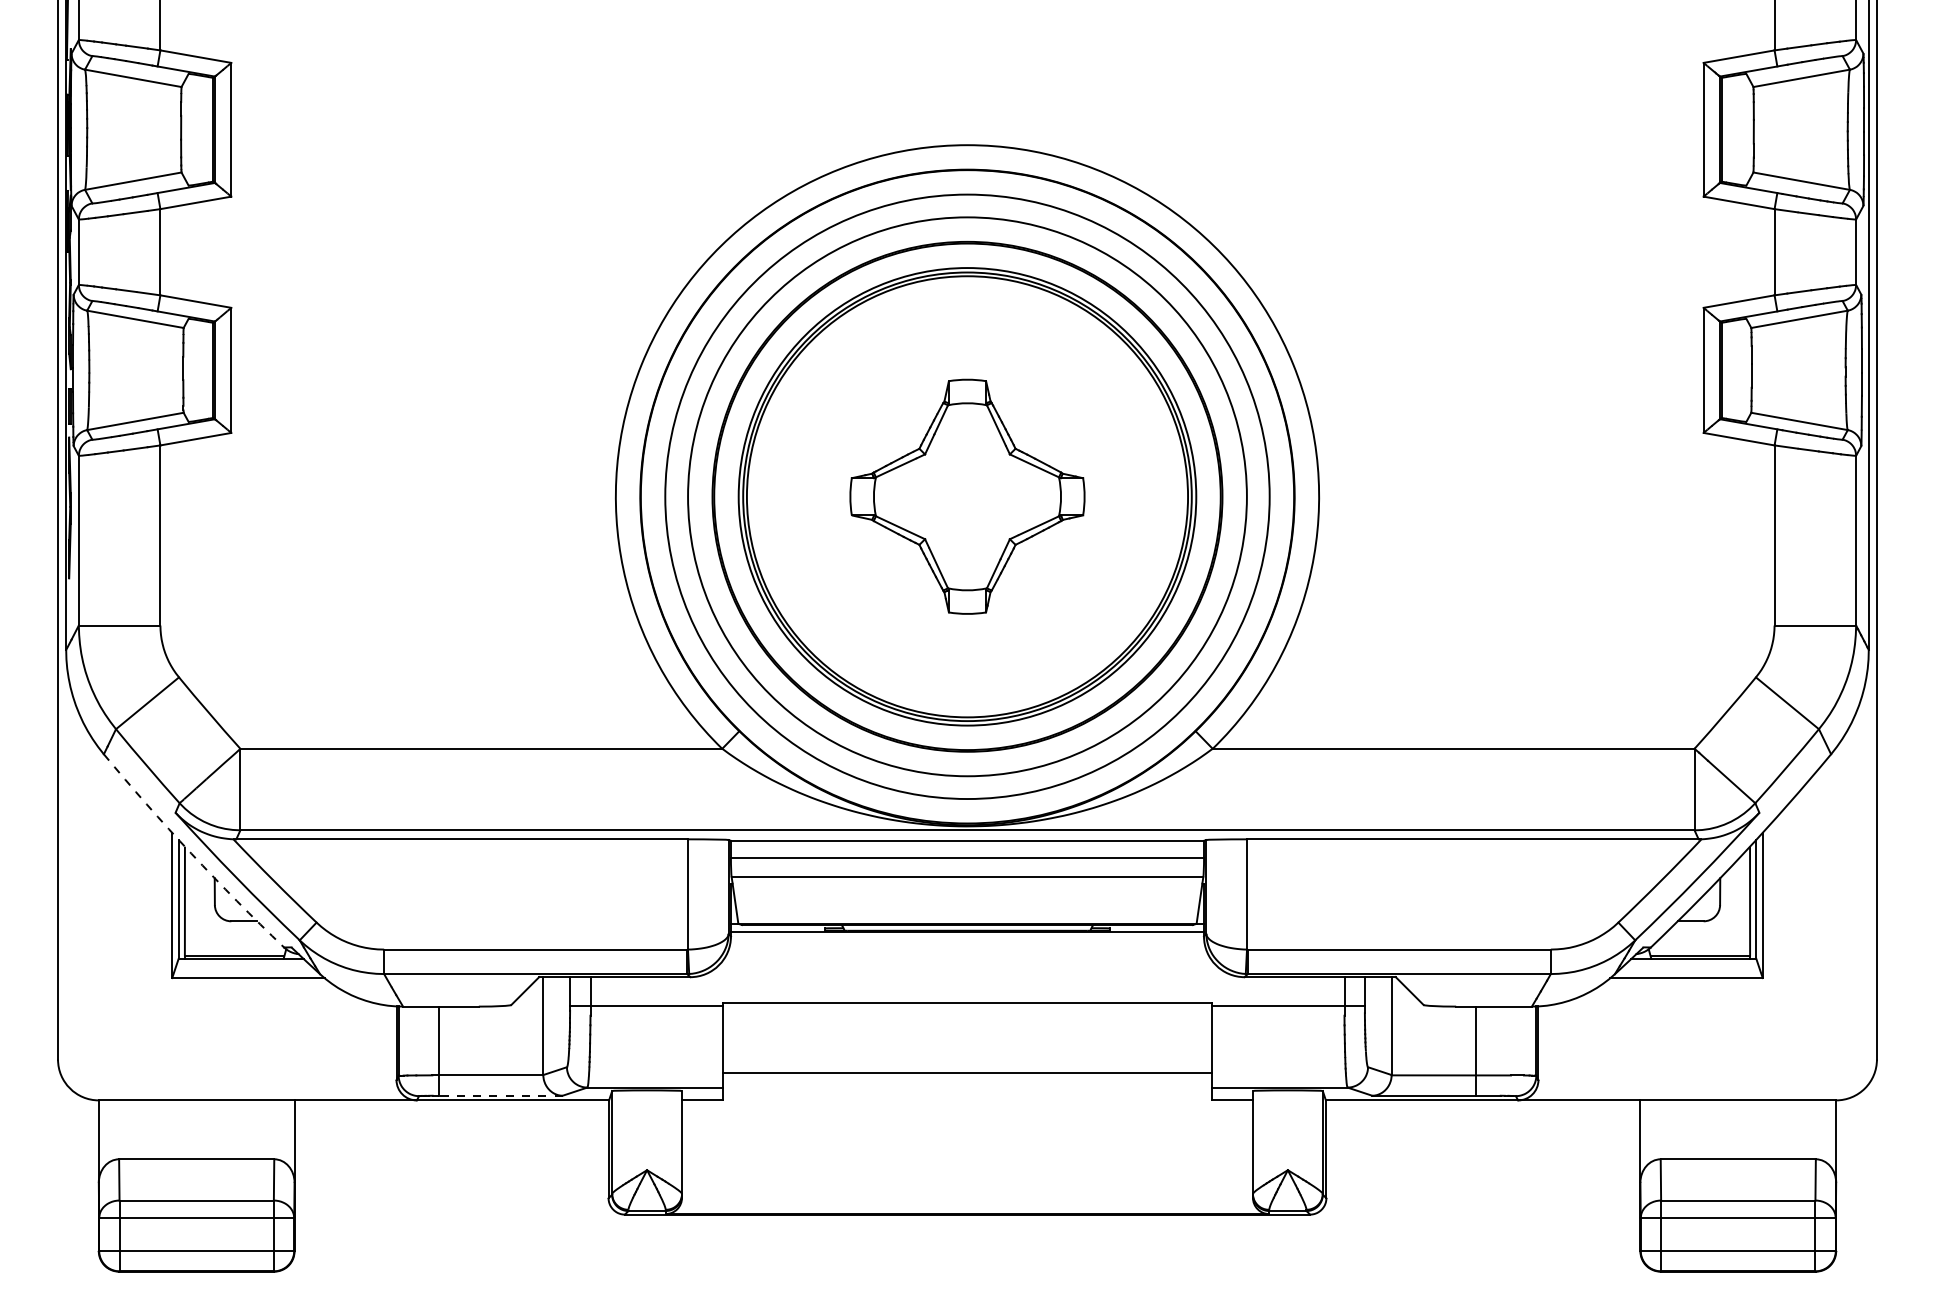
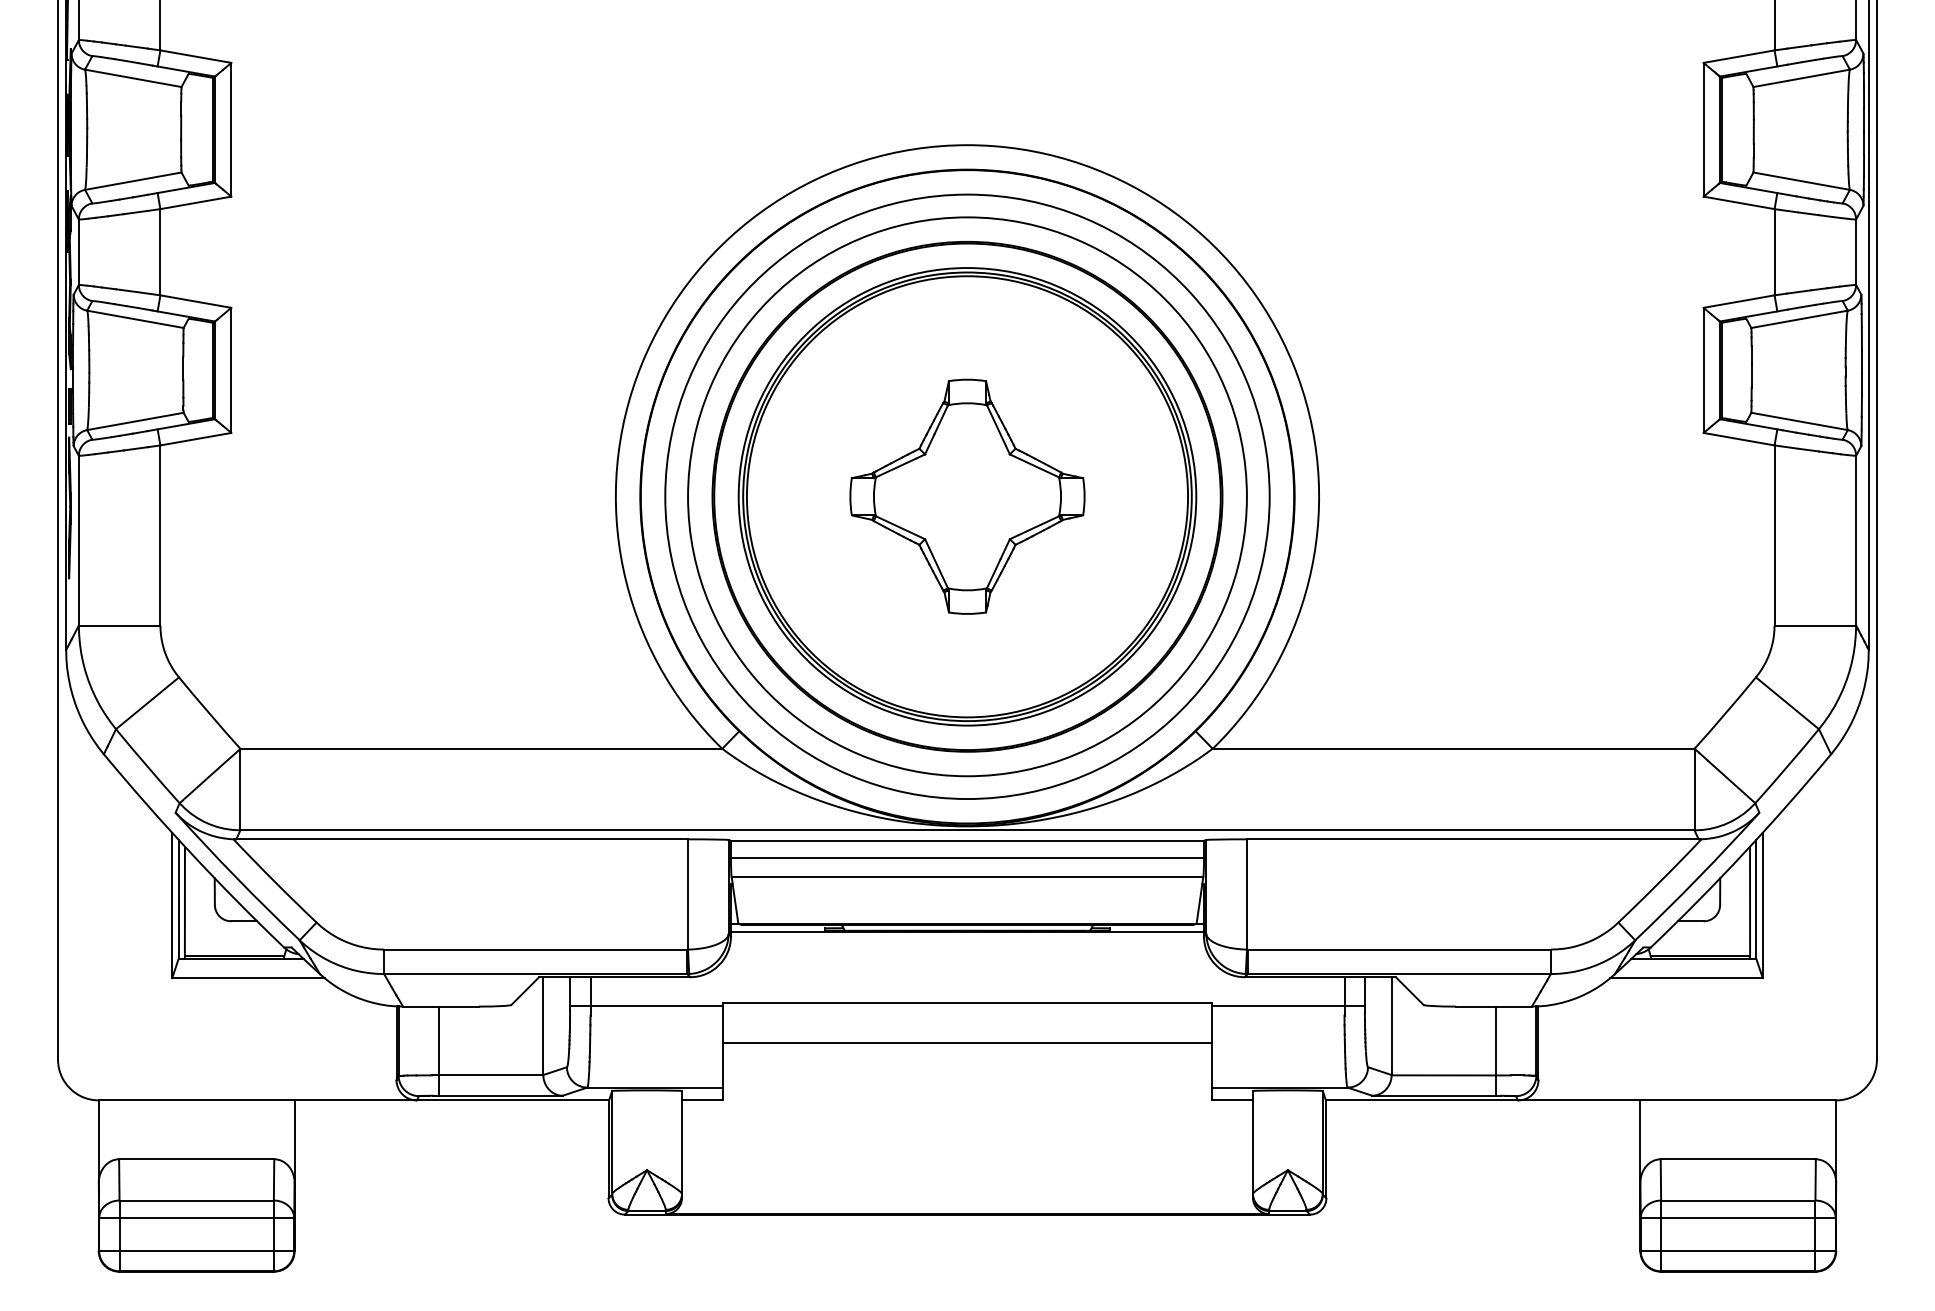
arc at (191, 853): dashed -> solid
line at (1475, 1050) position: (1475, 1050) -> (1495, 1050)
line at (967, 1073) position: (967, 1073) -> (967, 1043)
line at (500, 1095): dashed -> solid
